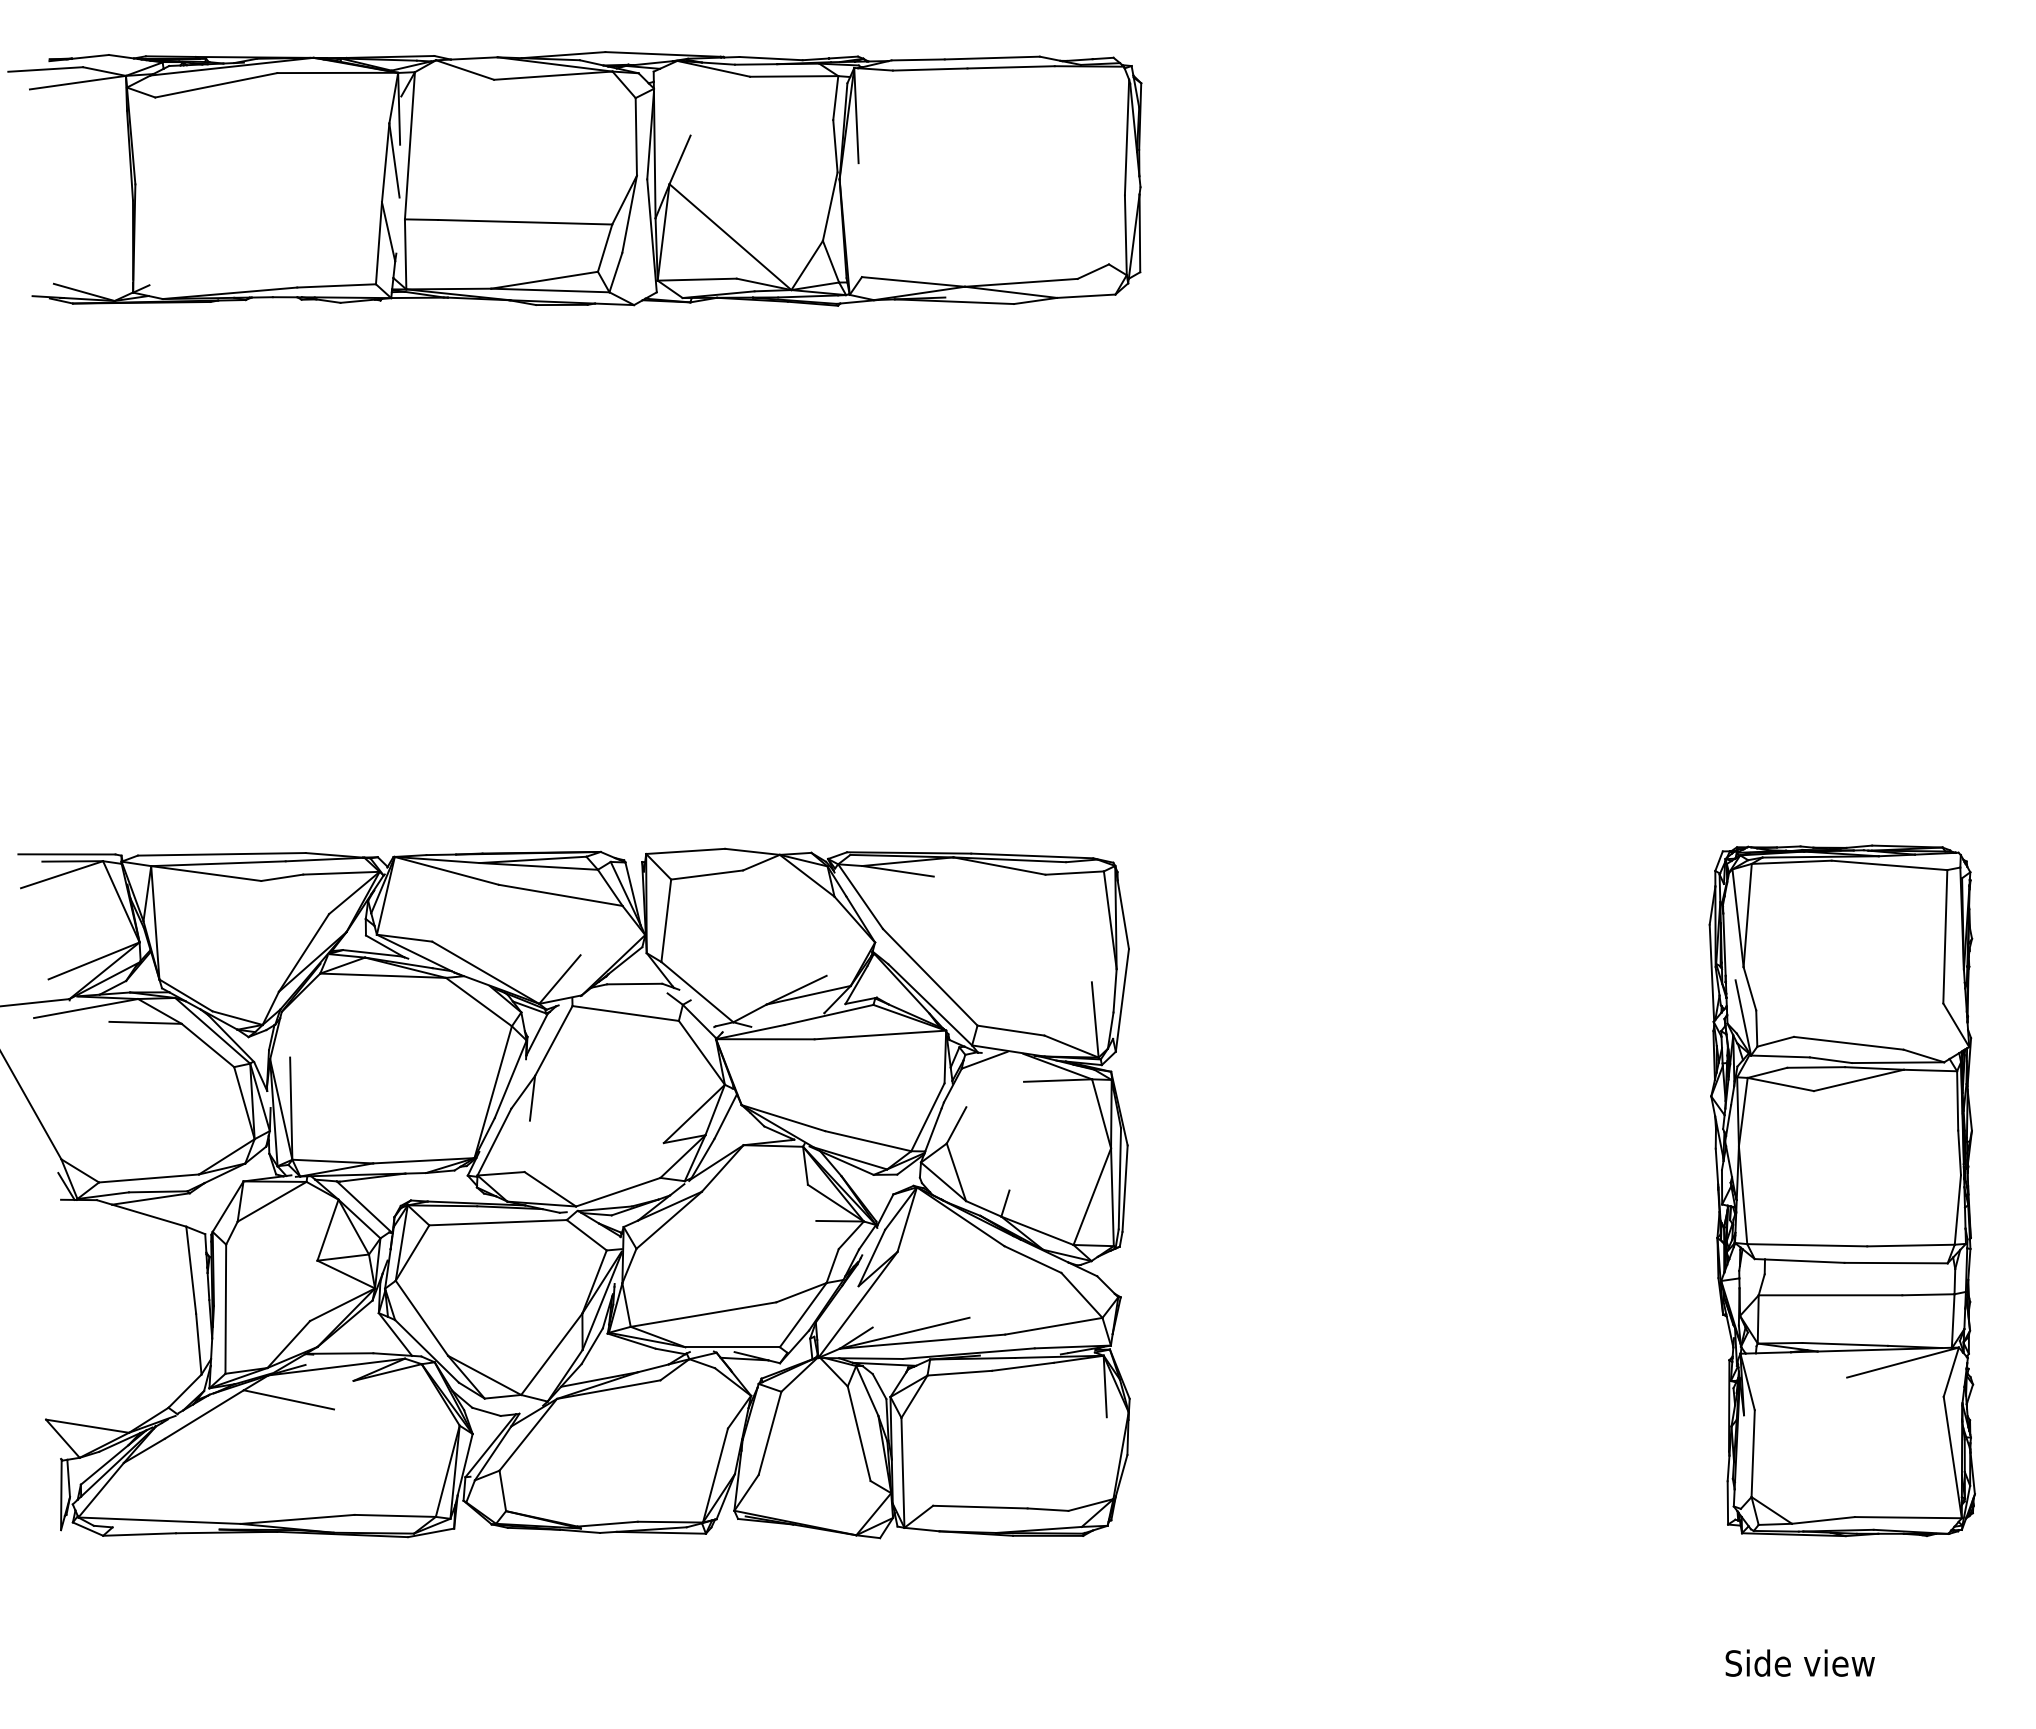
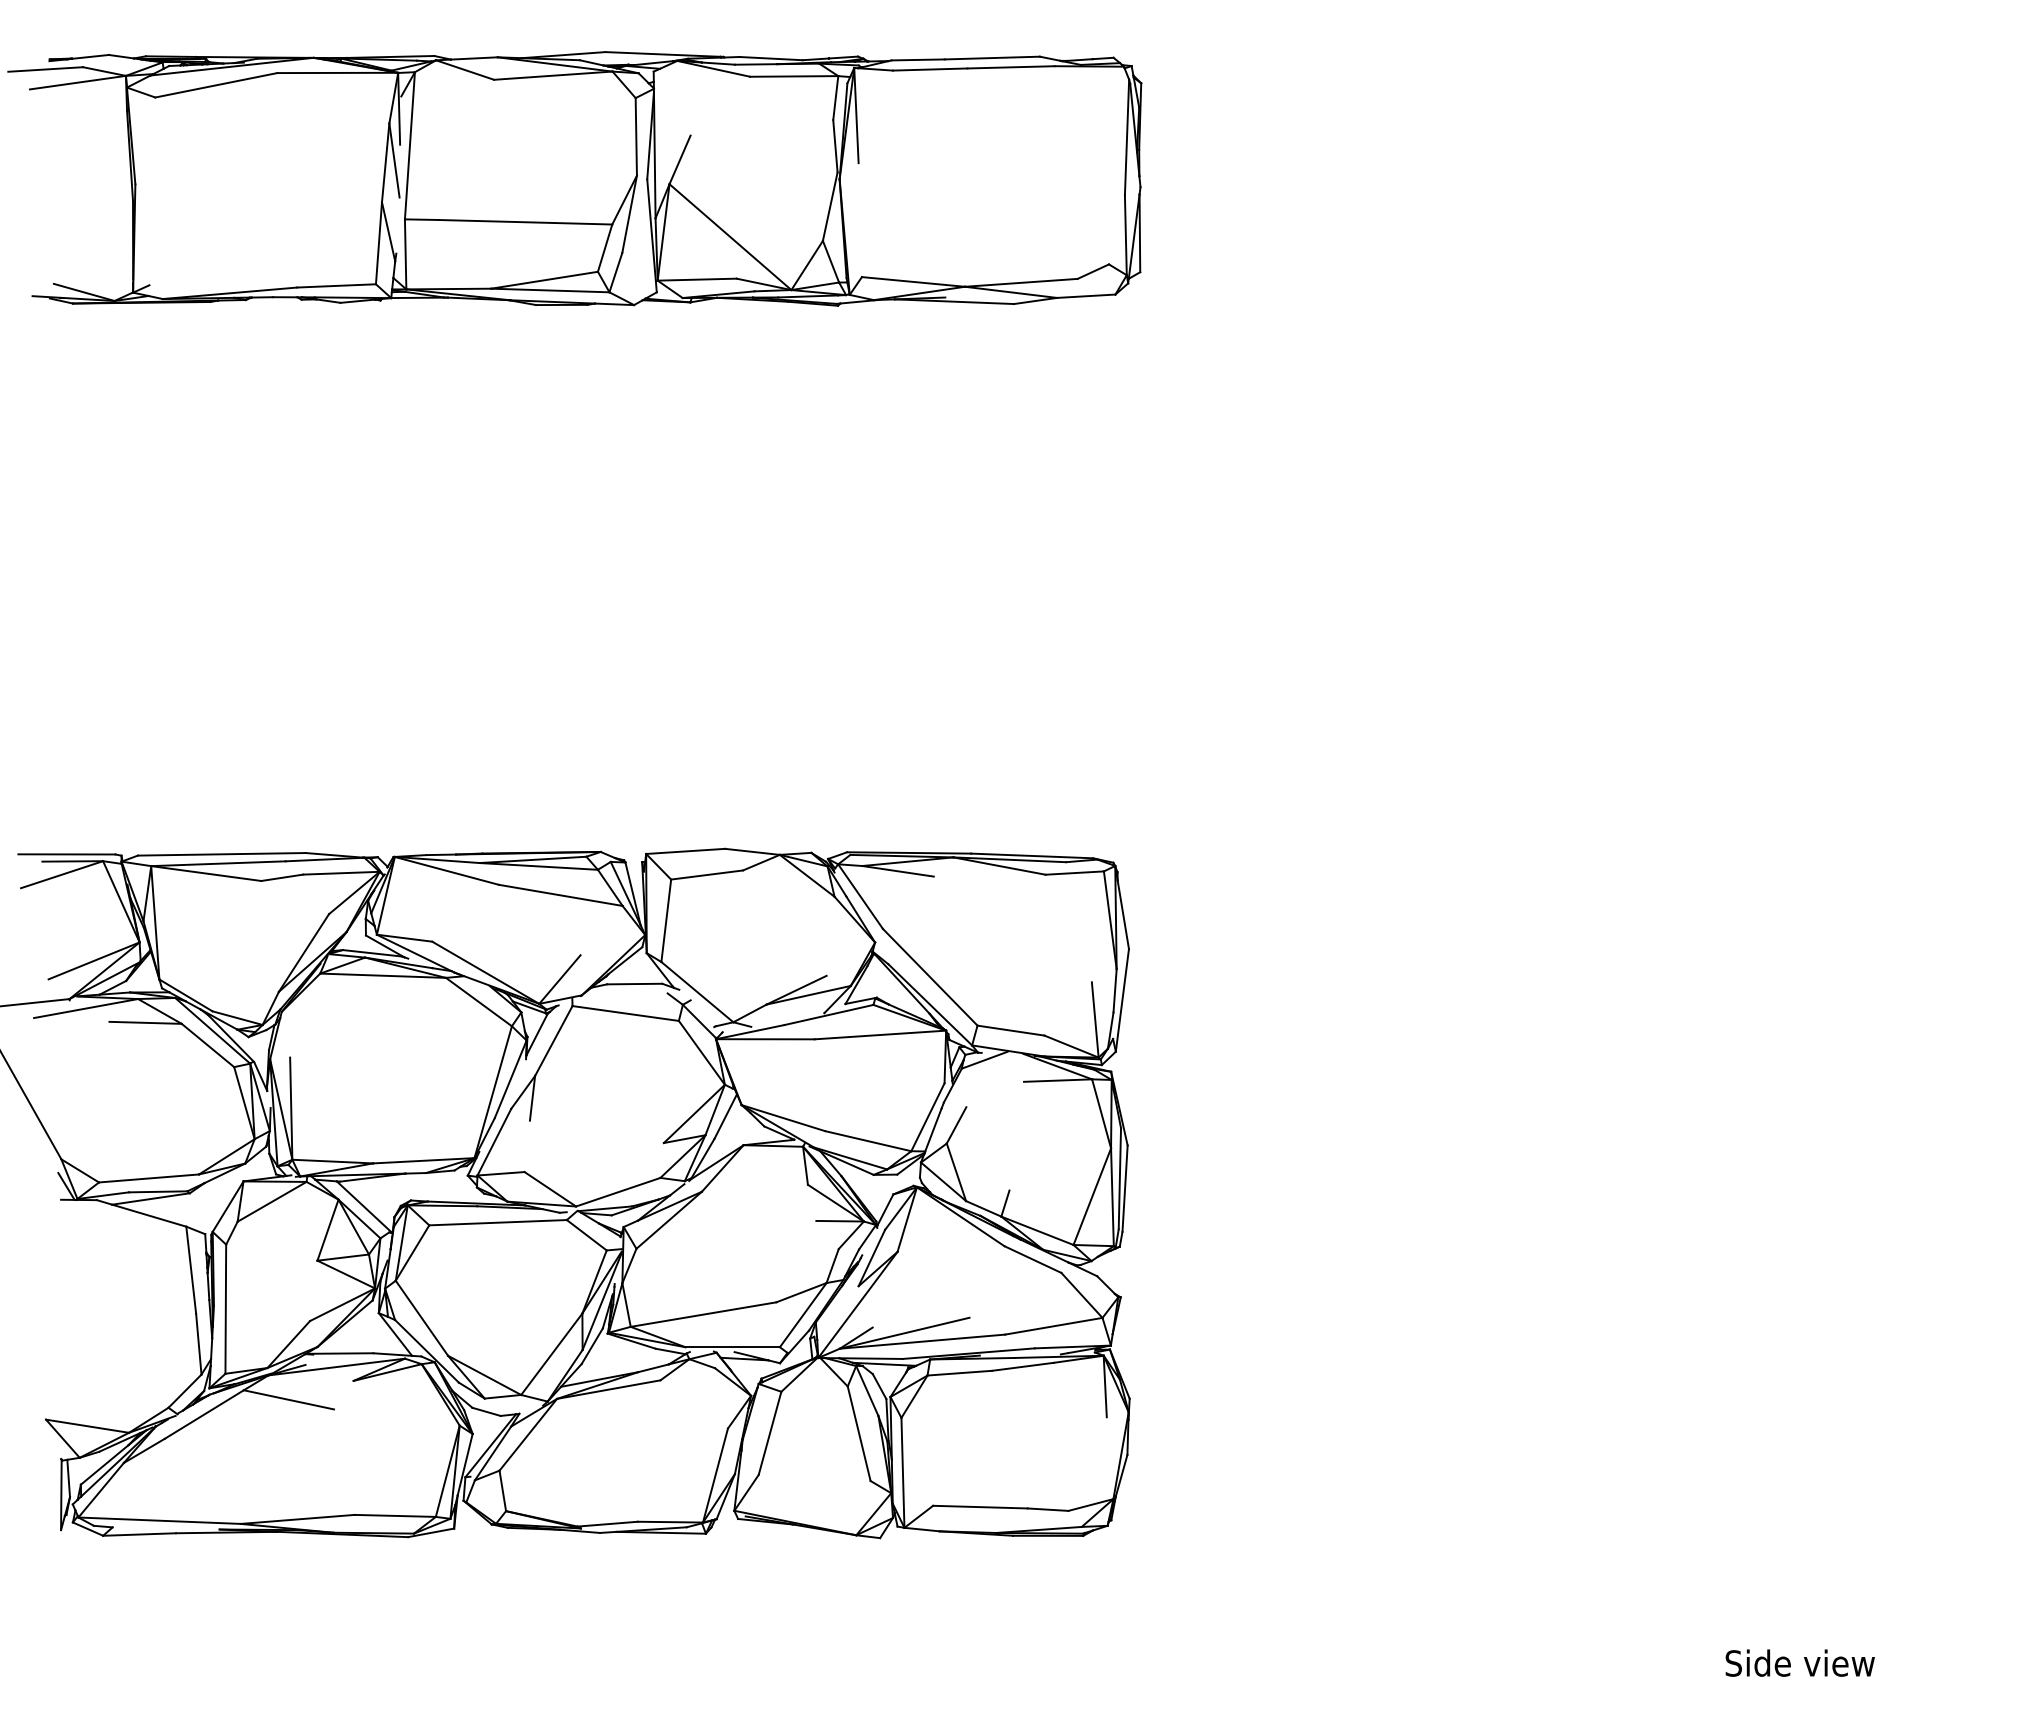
part at (1841, 1190): present -> none
